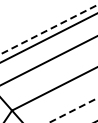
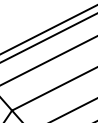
line at (48, 30): dashed -> solid
line at (72, 110): dashed -> solid
